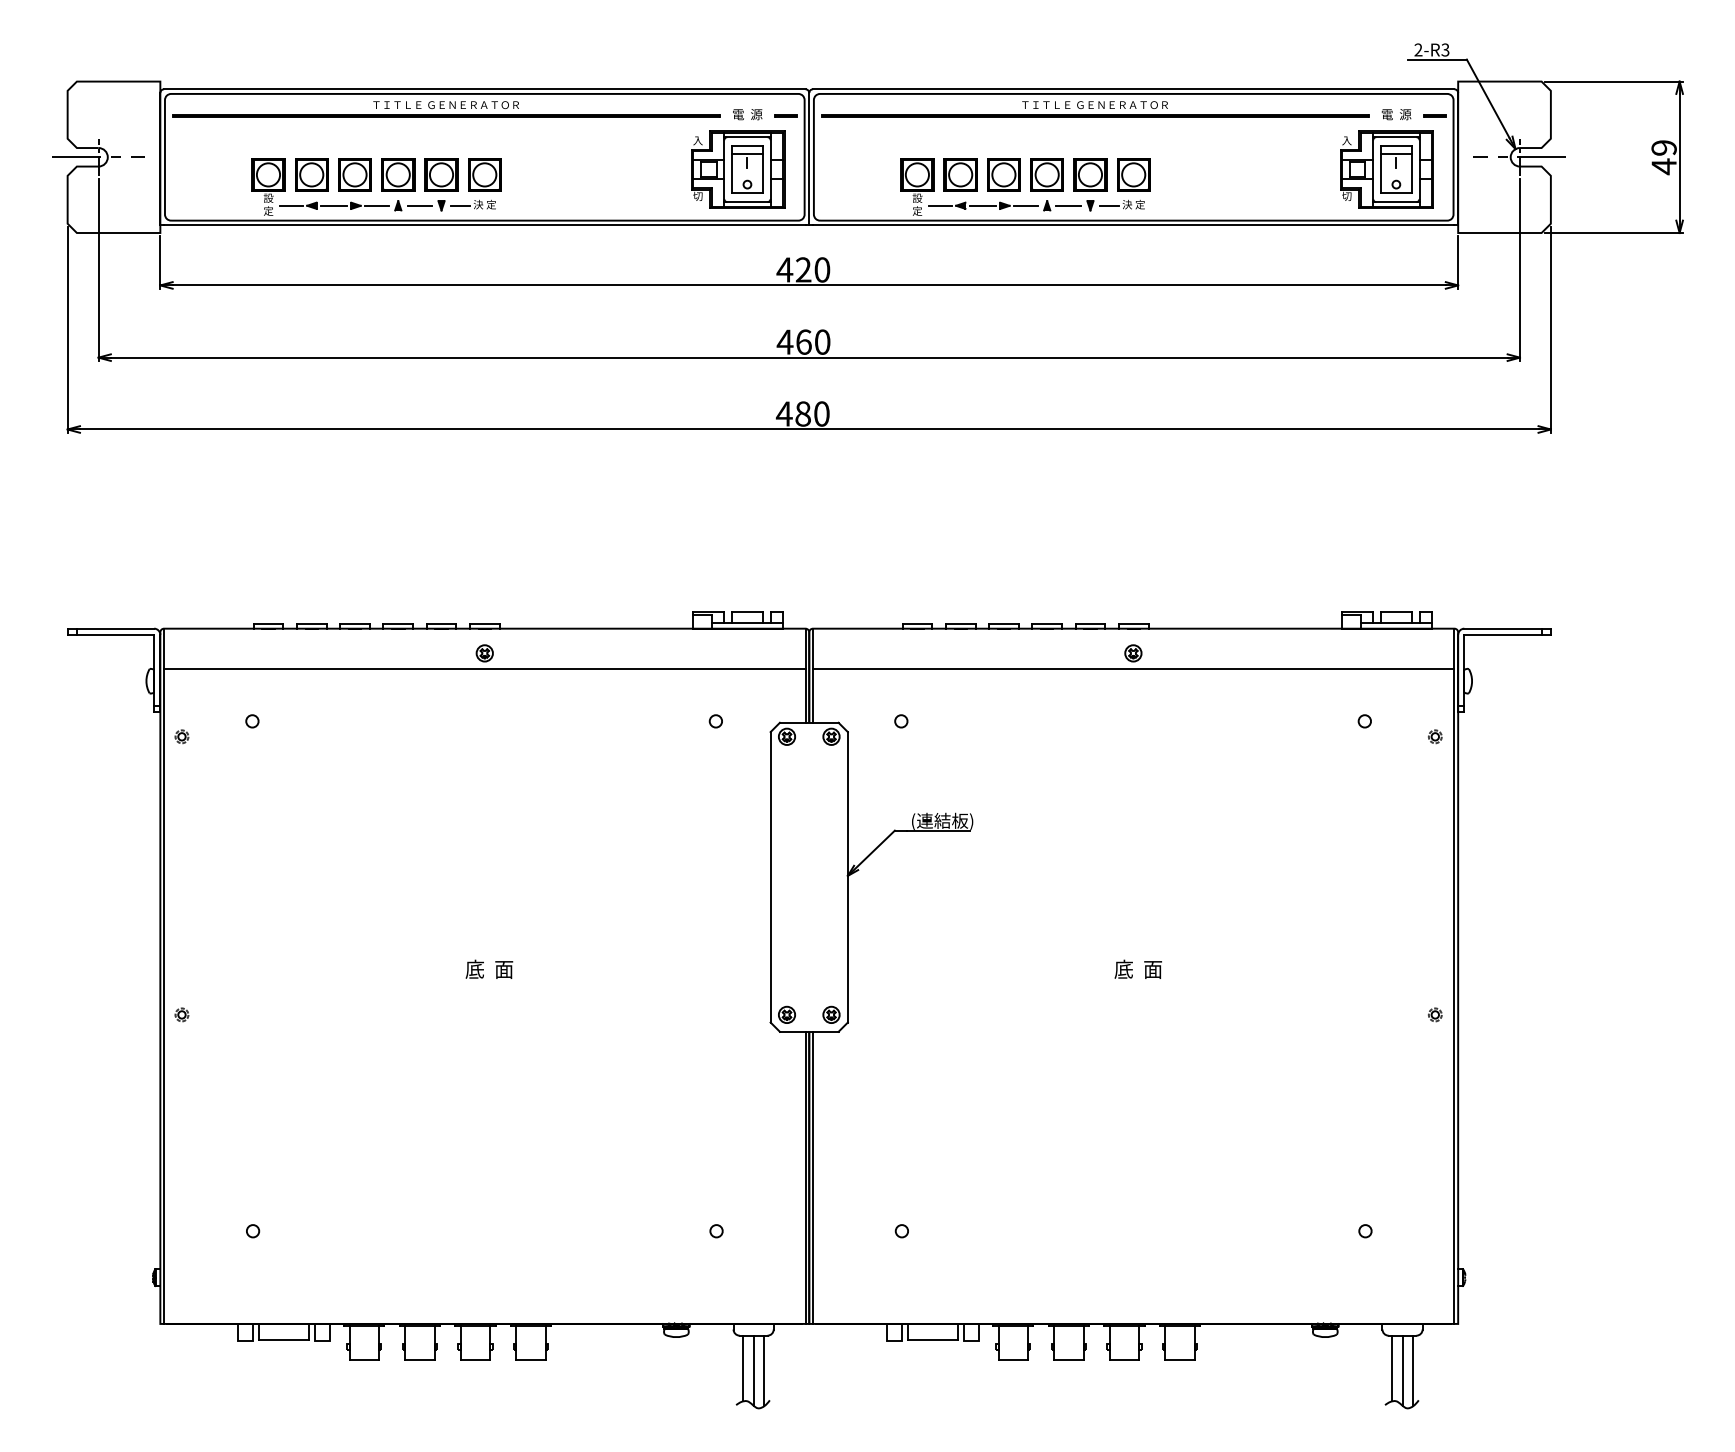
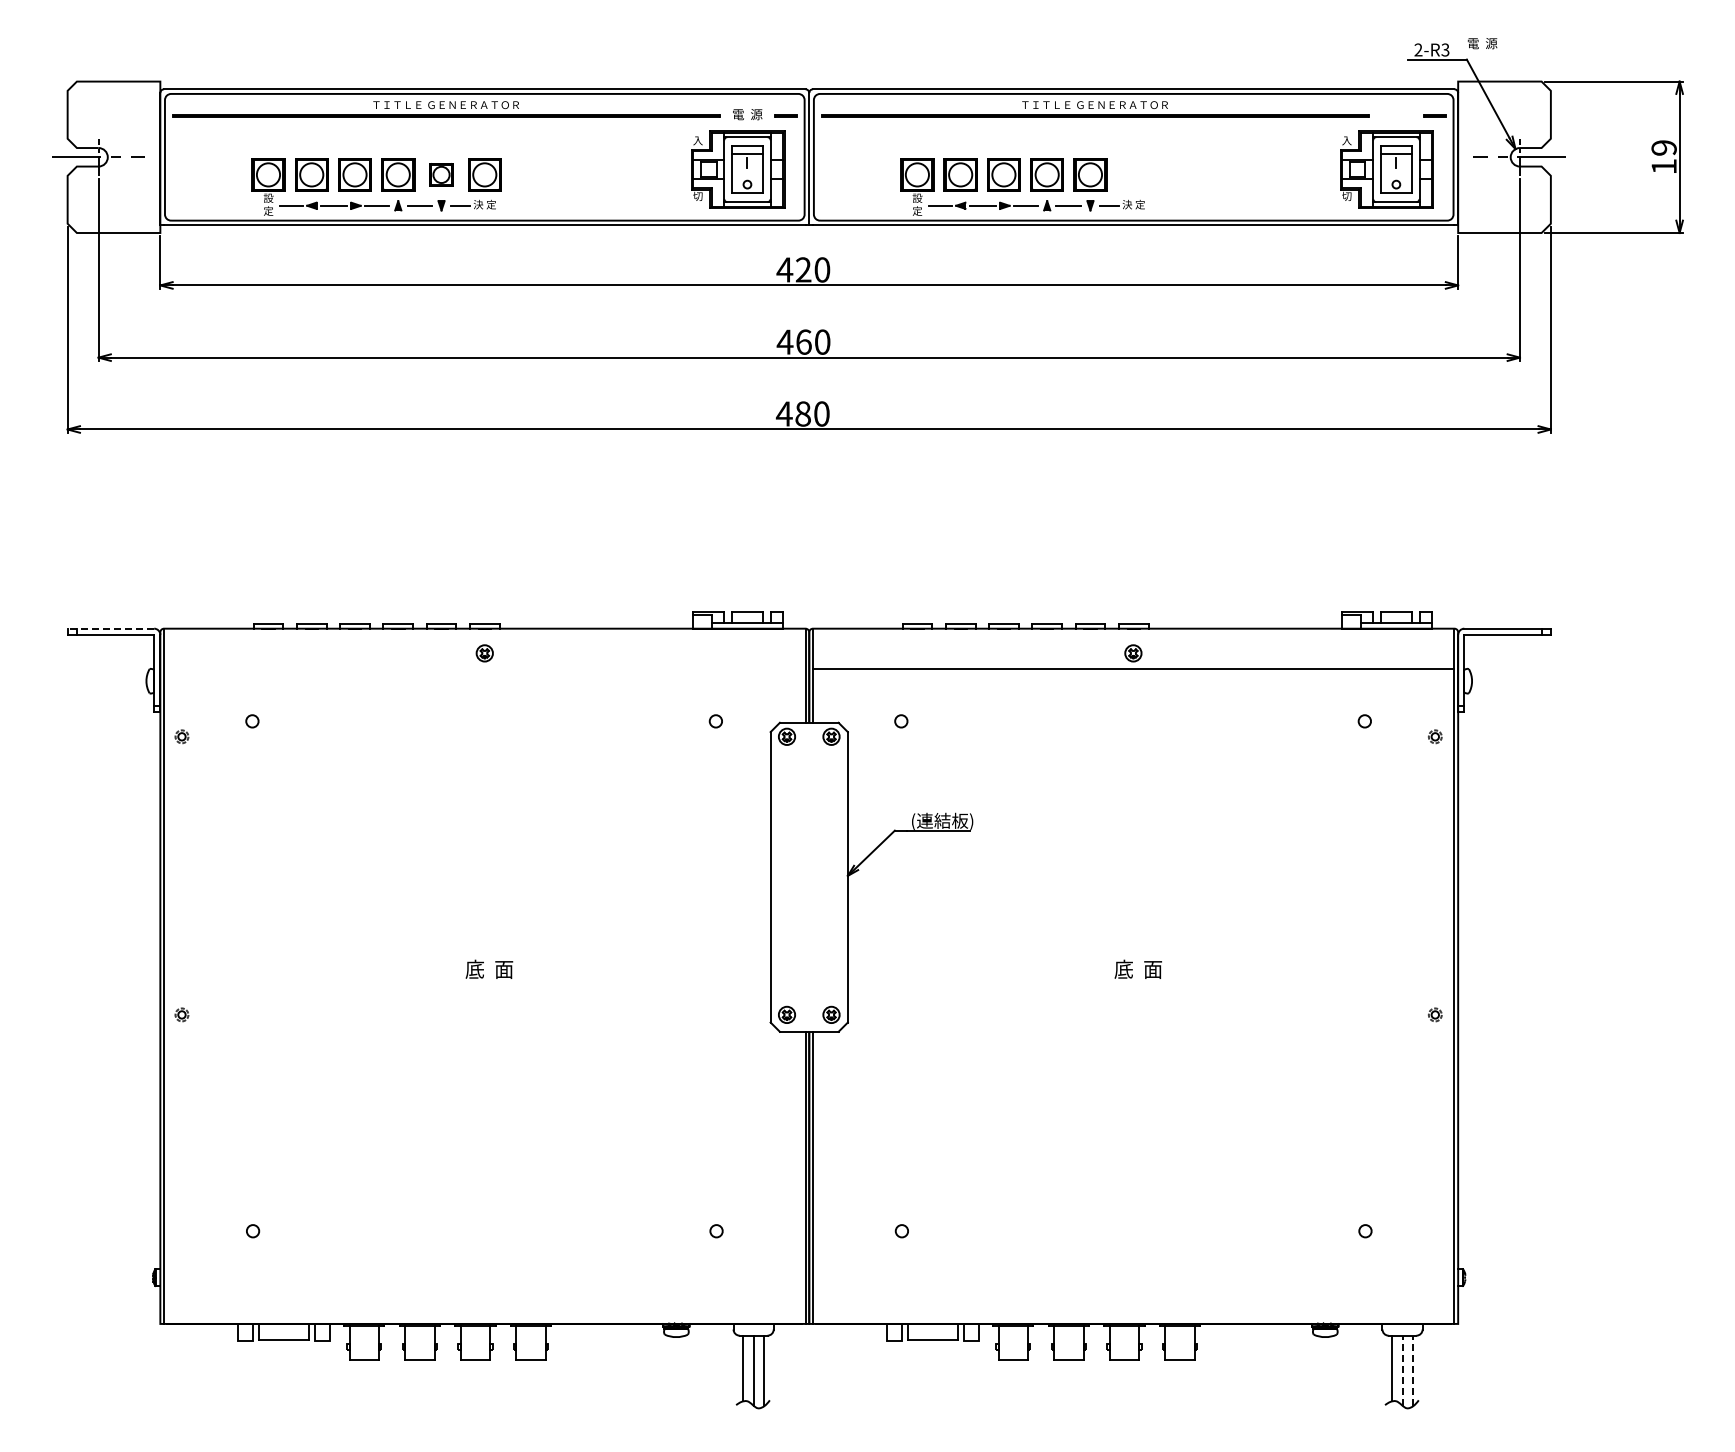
text at (1396, 114) position: (1396, 114) -> (1482, 43)
text at (1663, 166): 49 -> 19
part at (441, 174) size: 35x34 px -> 25x24 px
part at (1133, 174): present -> none
line at (110, 628): solid -> dashed
line at (484, 668): present -> none
line at (1402, 1370): solid -> dashed
line at (1413, 1370): solid -> dashed
